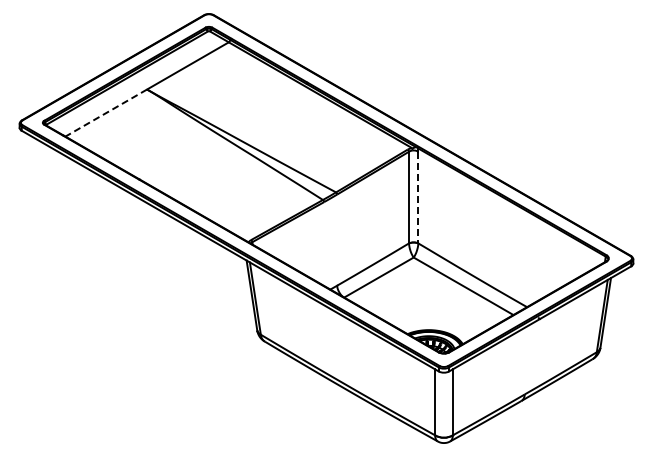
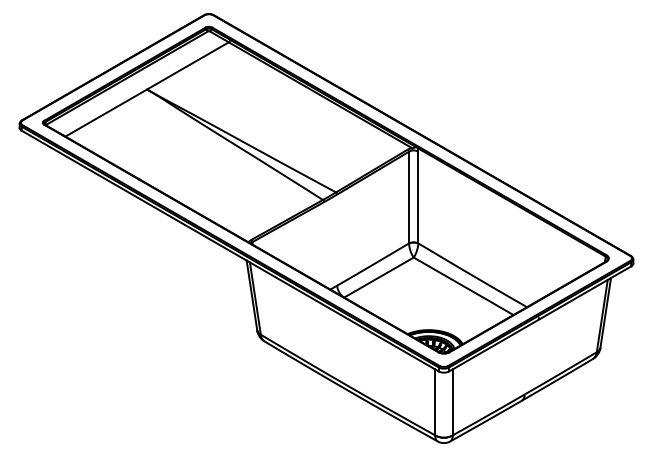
line at (105, 113): dashed -> solid
line at (418, 197): dashed -> solid
